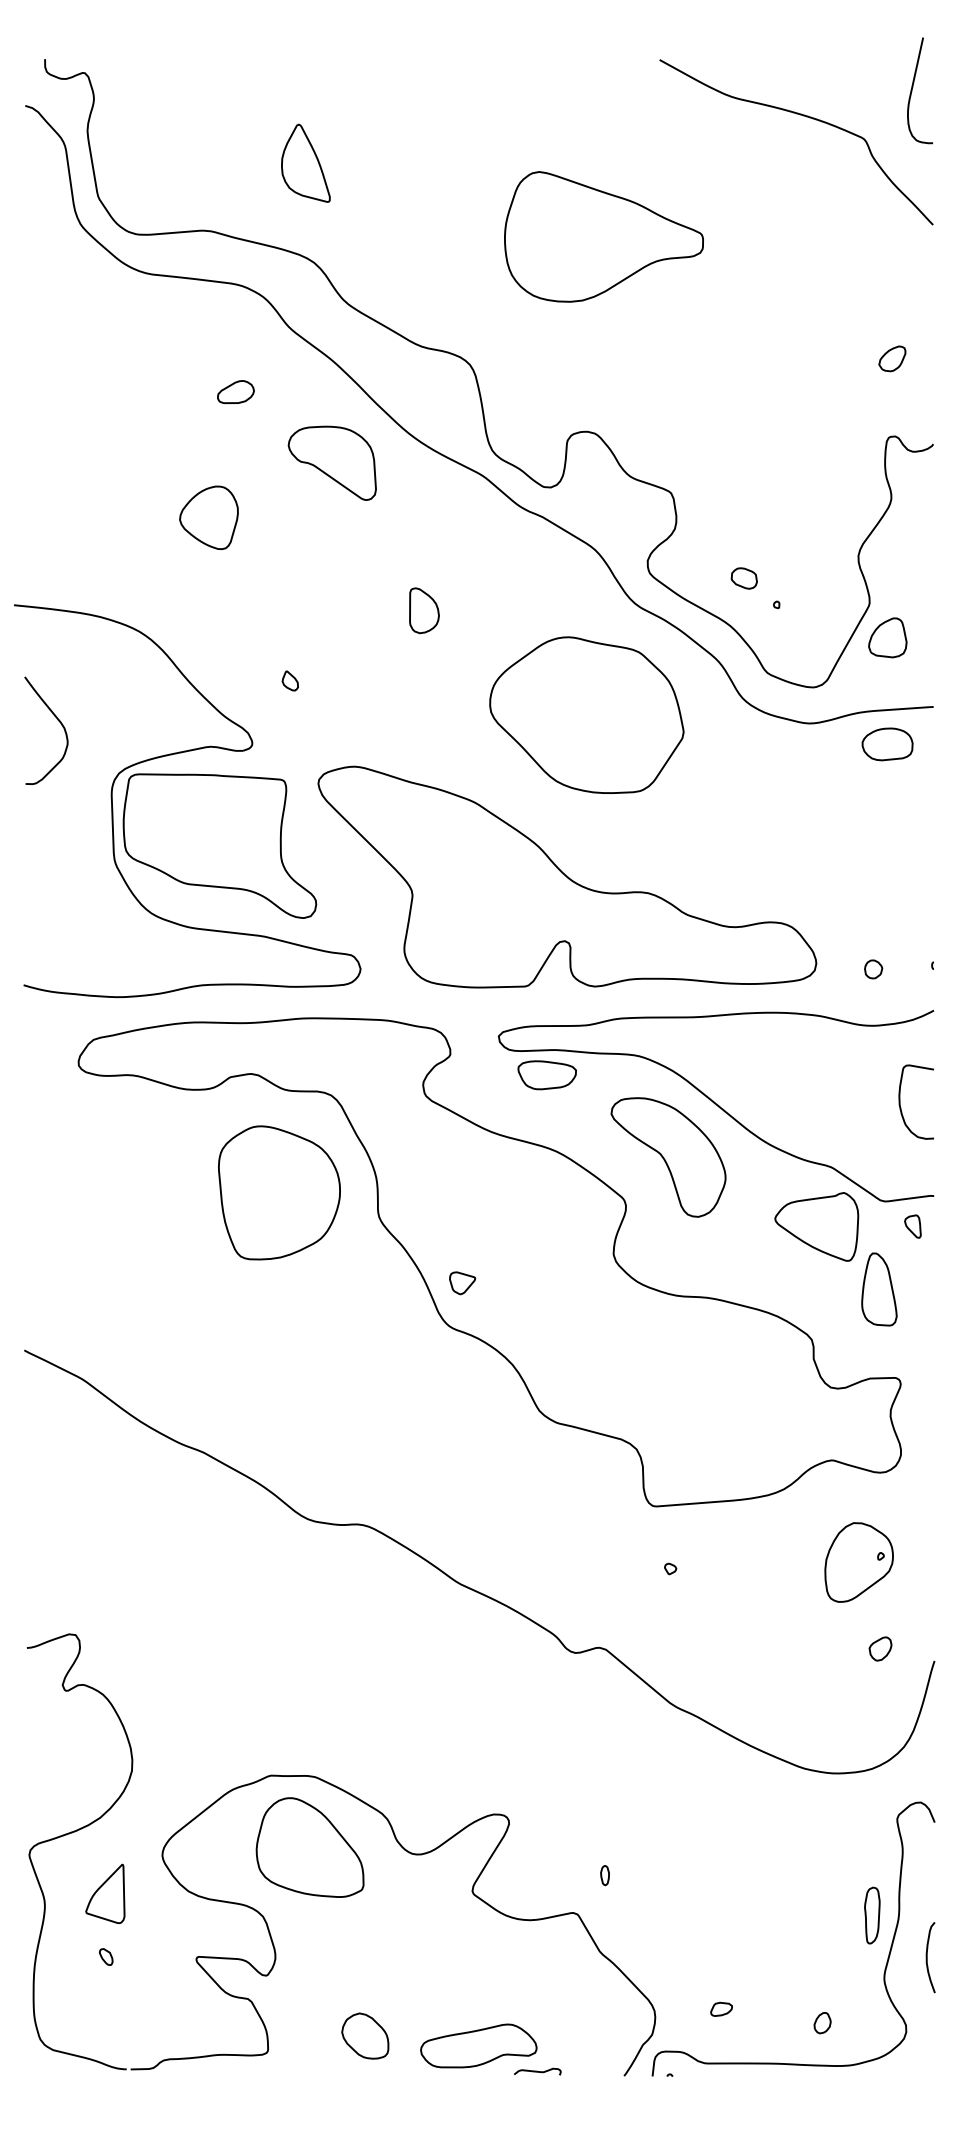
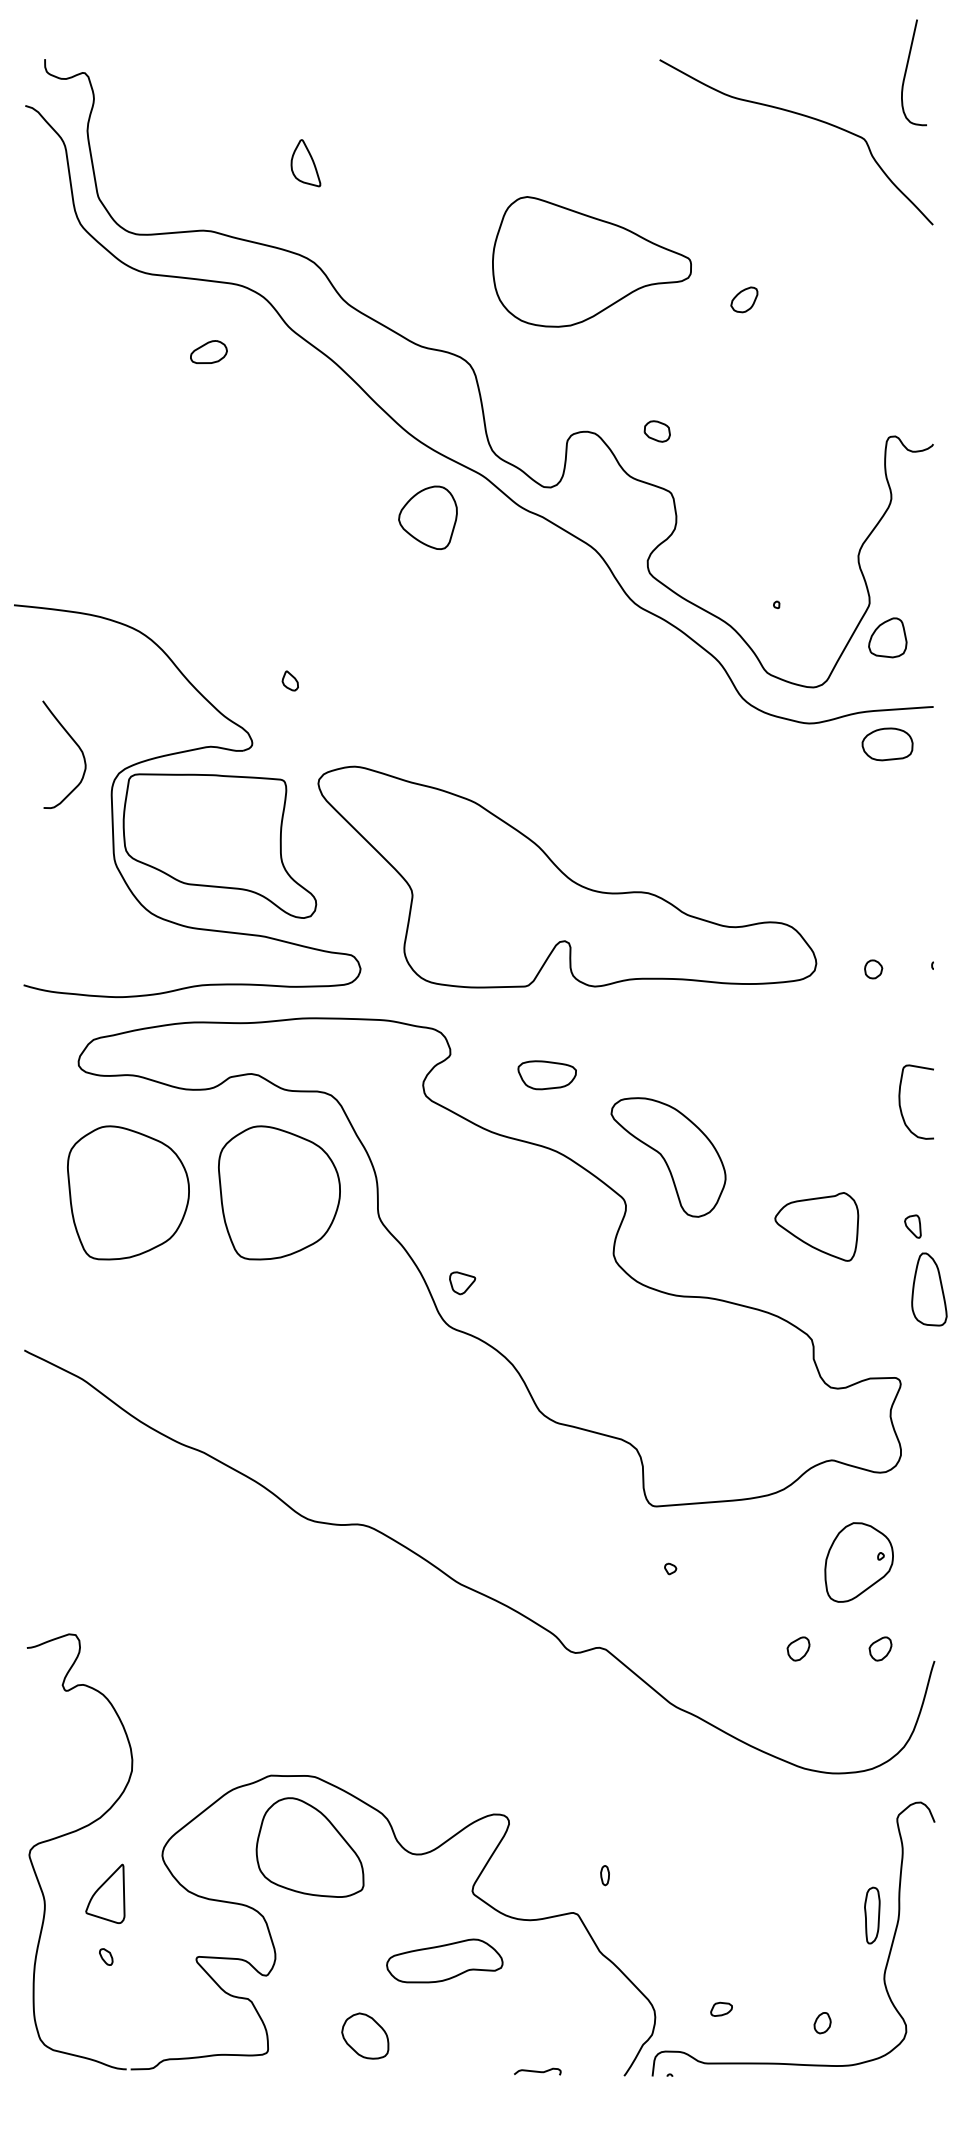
curve at (913, 87) position: (913, 87) -> (907, 69)
part at (305, 162) size: 50x80 px -> 32x49 px
part at (603, 236) position: (603, 236) -> (591, 261)
part at (892, 358) position: (892, 358) -> (744, 299)
part at (235, 392) position: (235, 392) -> (208, 352)
part at (331, 462): present -> none
part at (208, 517) position: (208, 517) -> (427, 517)
part at (743, 578) position: (743, 578) -> (656, 431)
part at (424, 610): present -> none
part at (586, 714): present -> none
curve at (57, 720) position: (57, 720) -> (75, 744)
curve at (716, 1105): present -> none
part at (128, 1192): none -> present
part at (879, 1289) position: (879, 1289) -> (929, 1289)
part at (798, 1648): none -> present
curve at (927, 1957): present -> none
part at (478, 2045) position: (478, 2045) -> (444, 1960)
